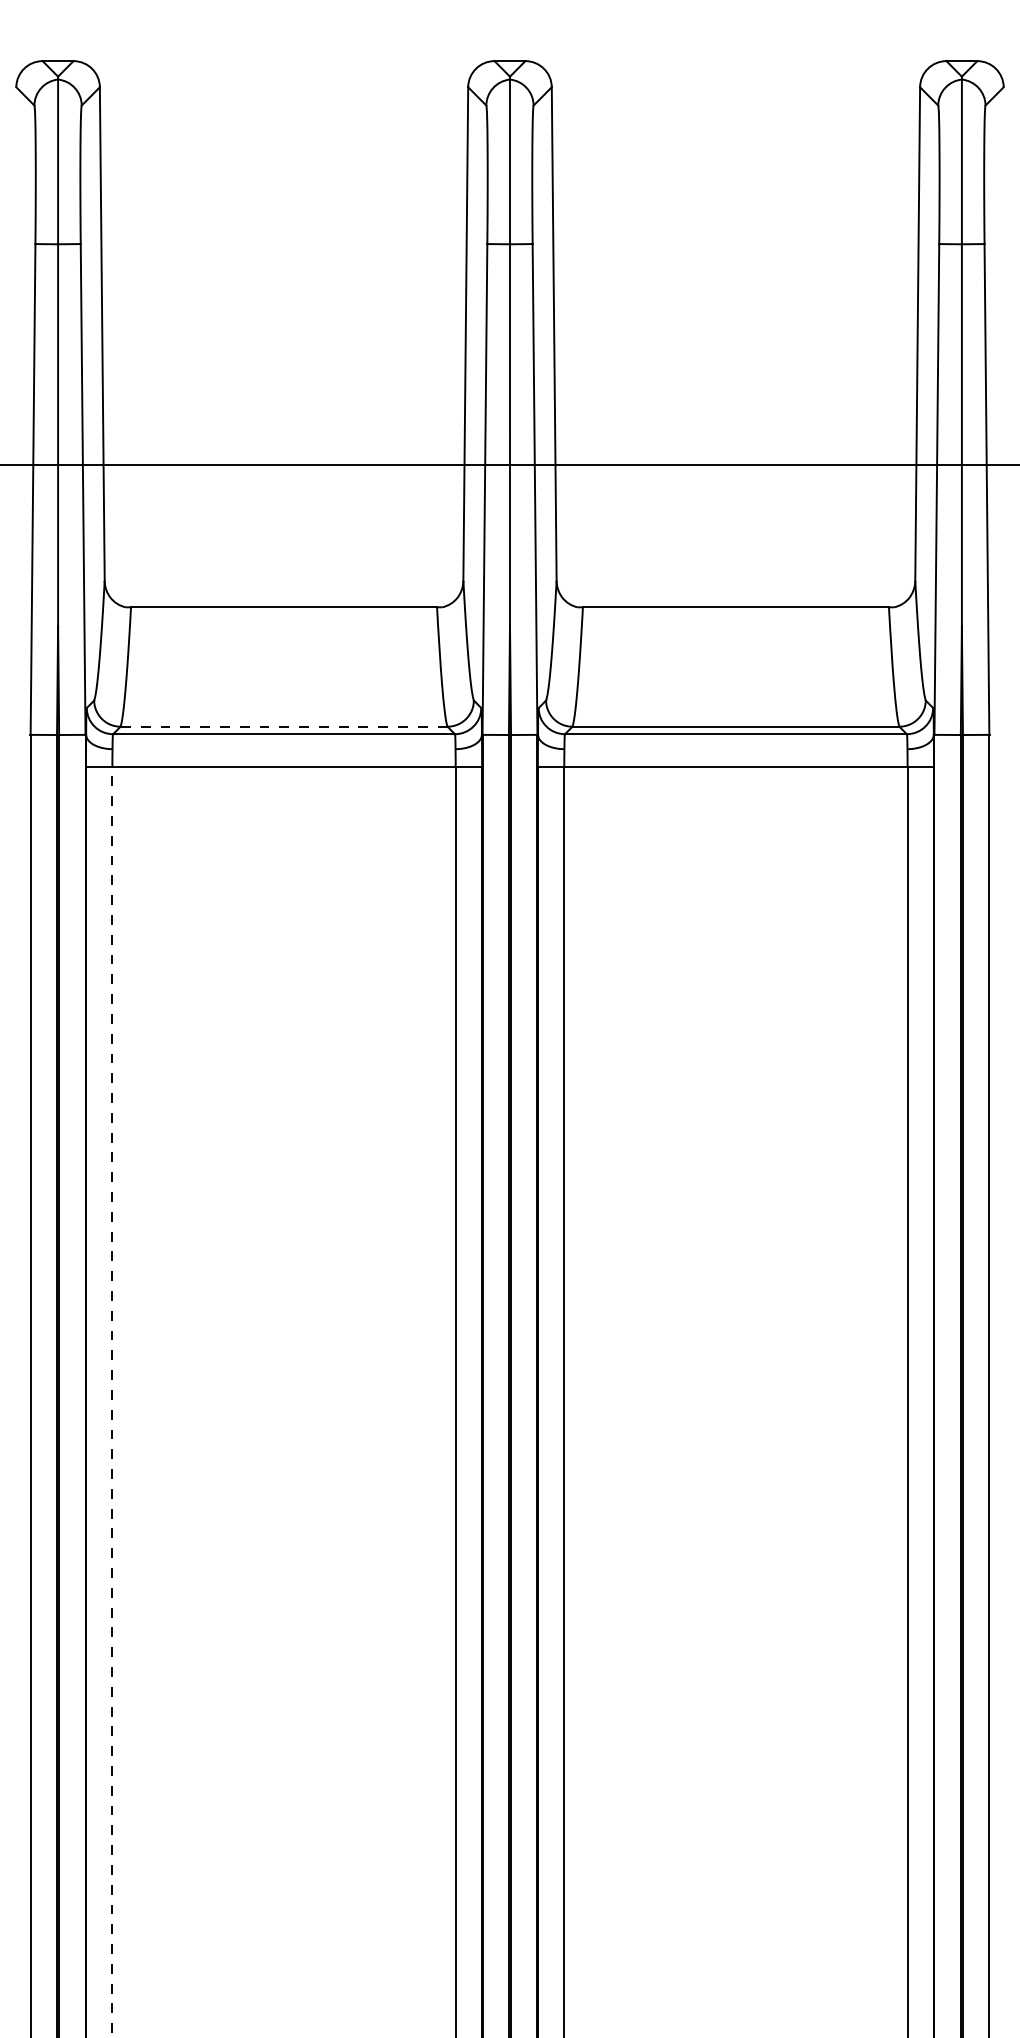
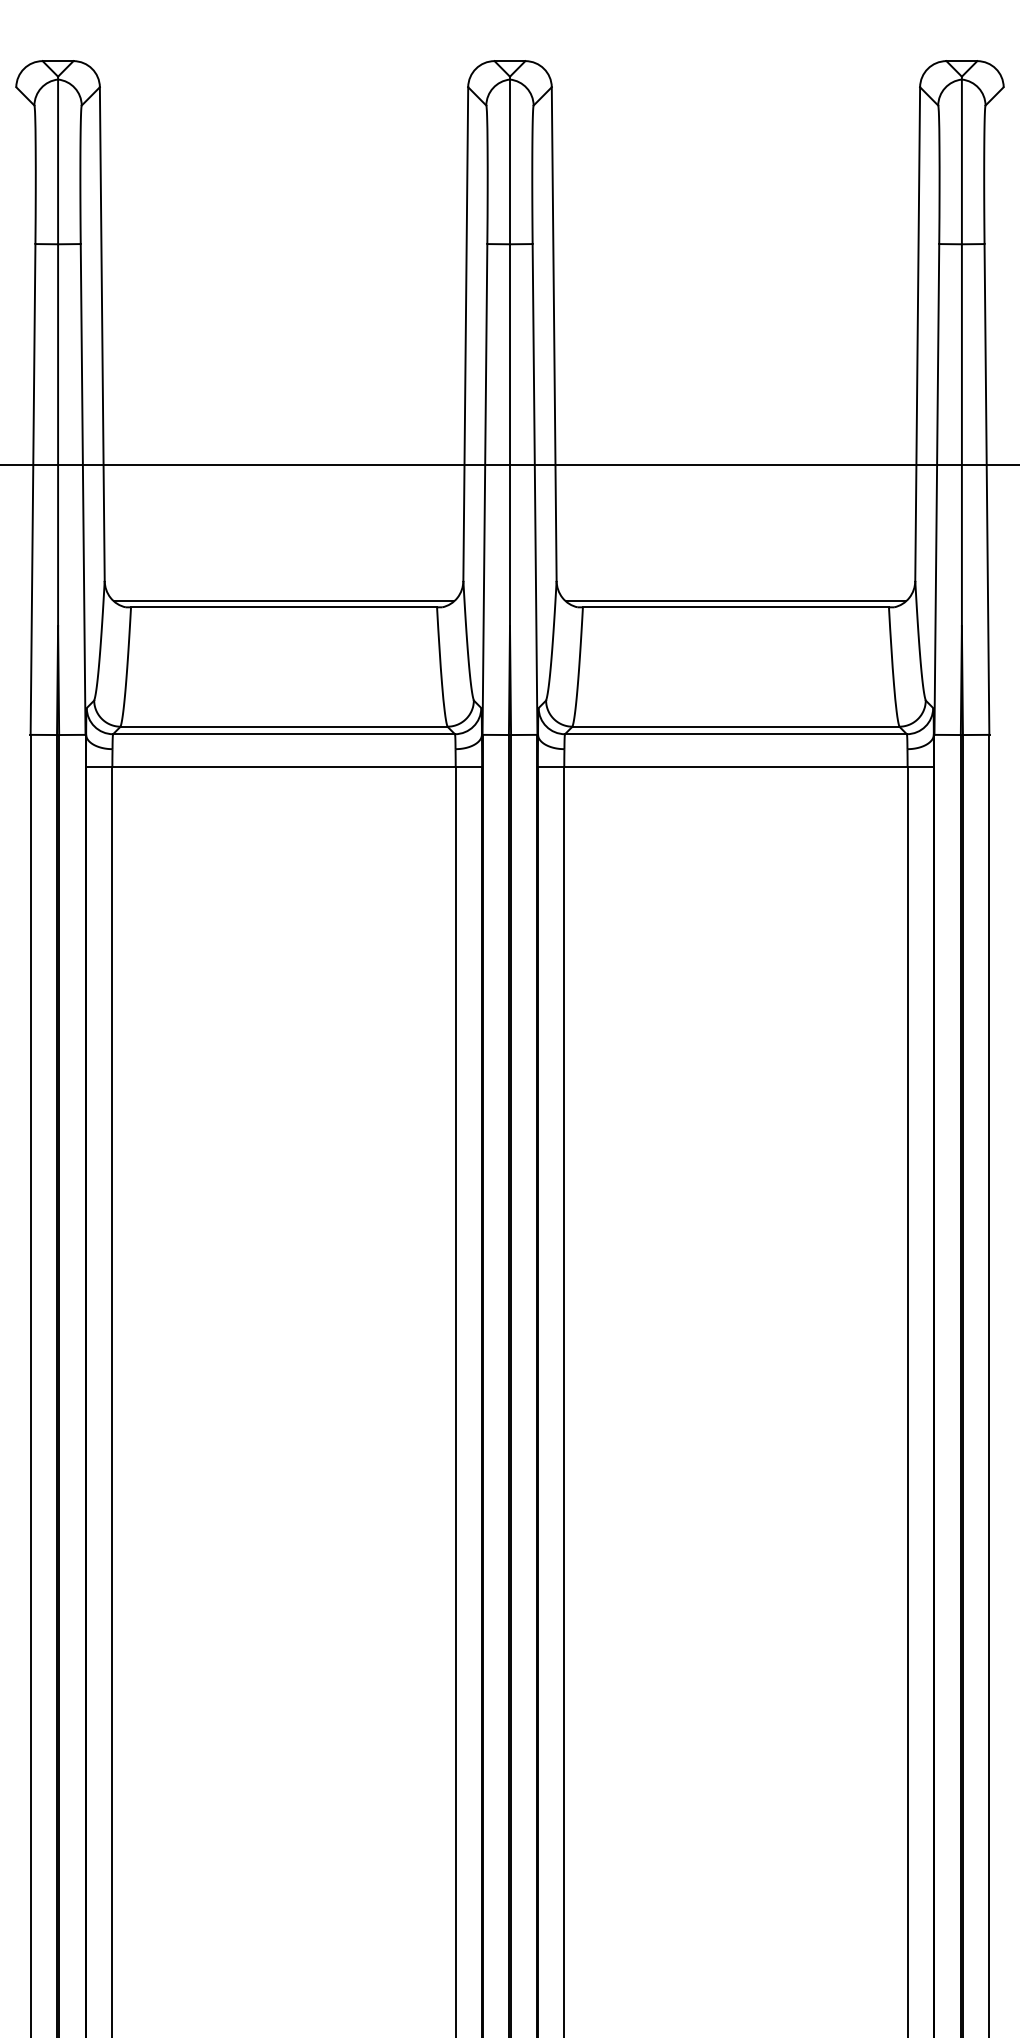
line at (283, 600): none -> present
line at (735, 600): none -> present
line at (283, 726): dashed -> solid
line at (112, 1402): dashed -> solid
